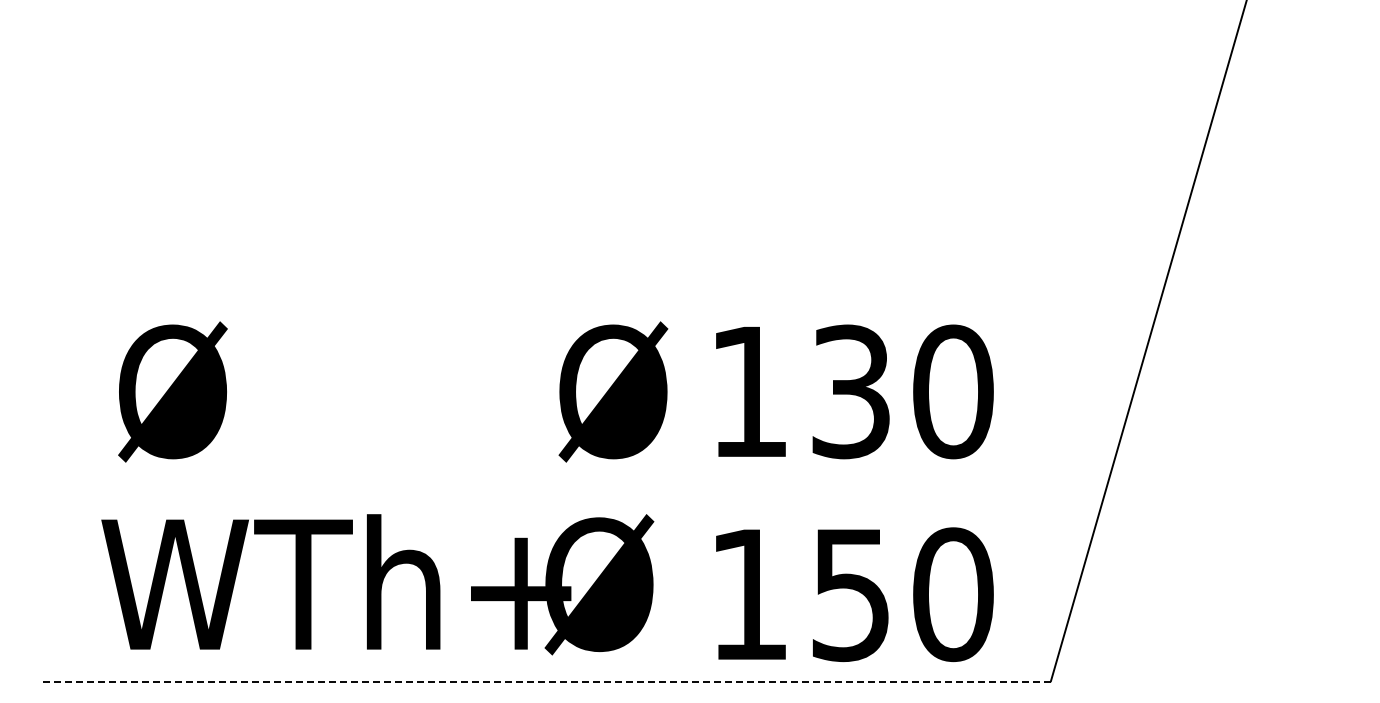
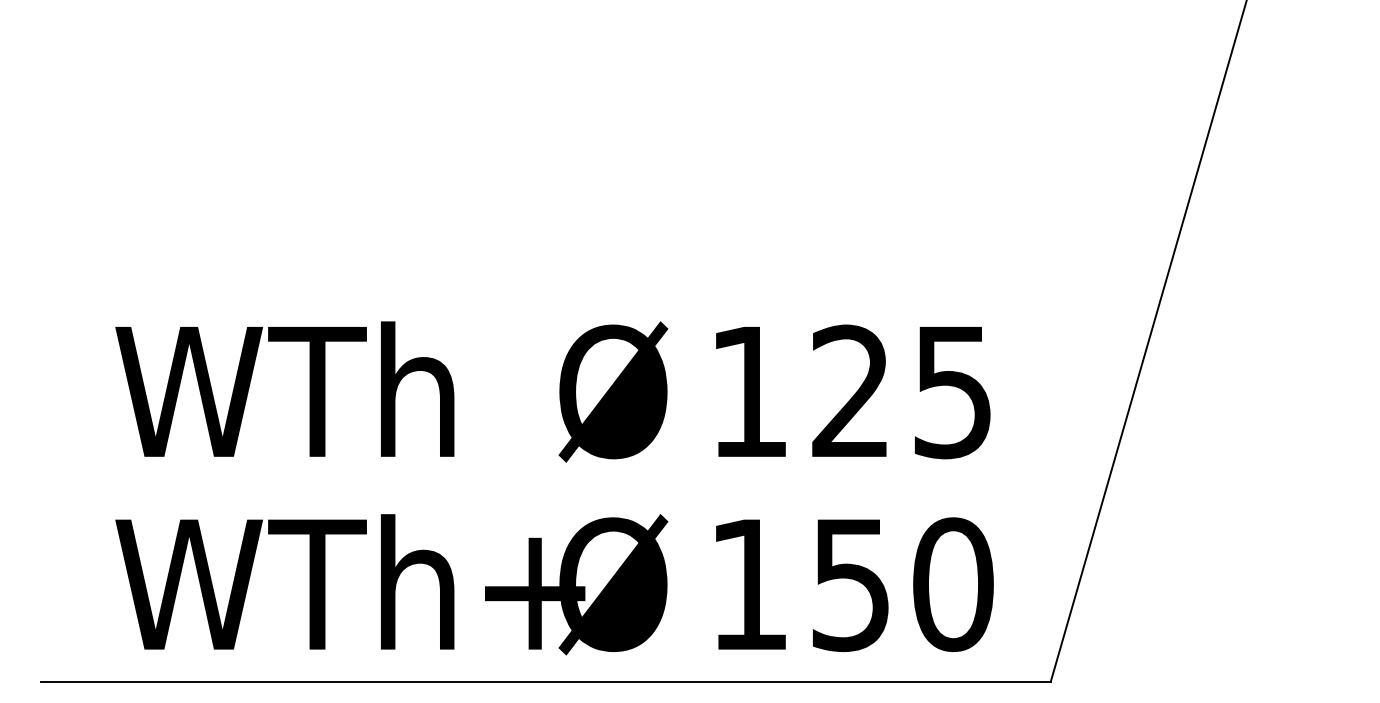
text at (284, 391): Ø -> WTh
text at (902, 391): 130 -> 125
text at (377, 584) position: (377, 584) -> (391, 584)
text at (854, 594) position: (854, 594) -> (854, 584)
line at (546, 682): dashed -> solid
